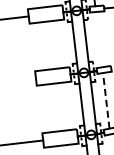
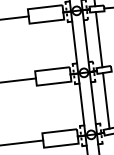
line at (98, 39): none -> present
line at (18, 80): none -> present
line at (106, 100): dashed -> solid
